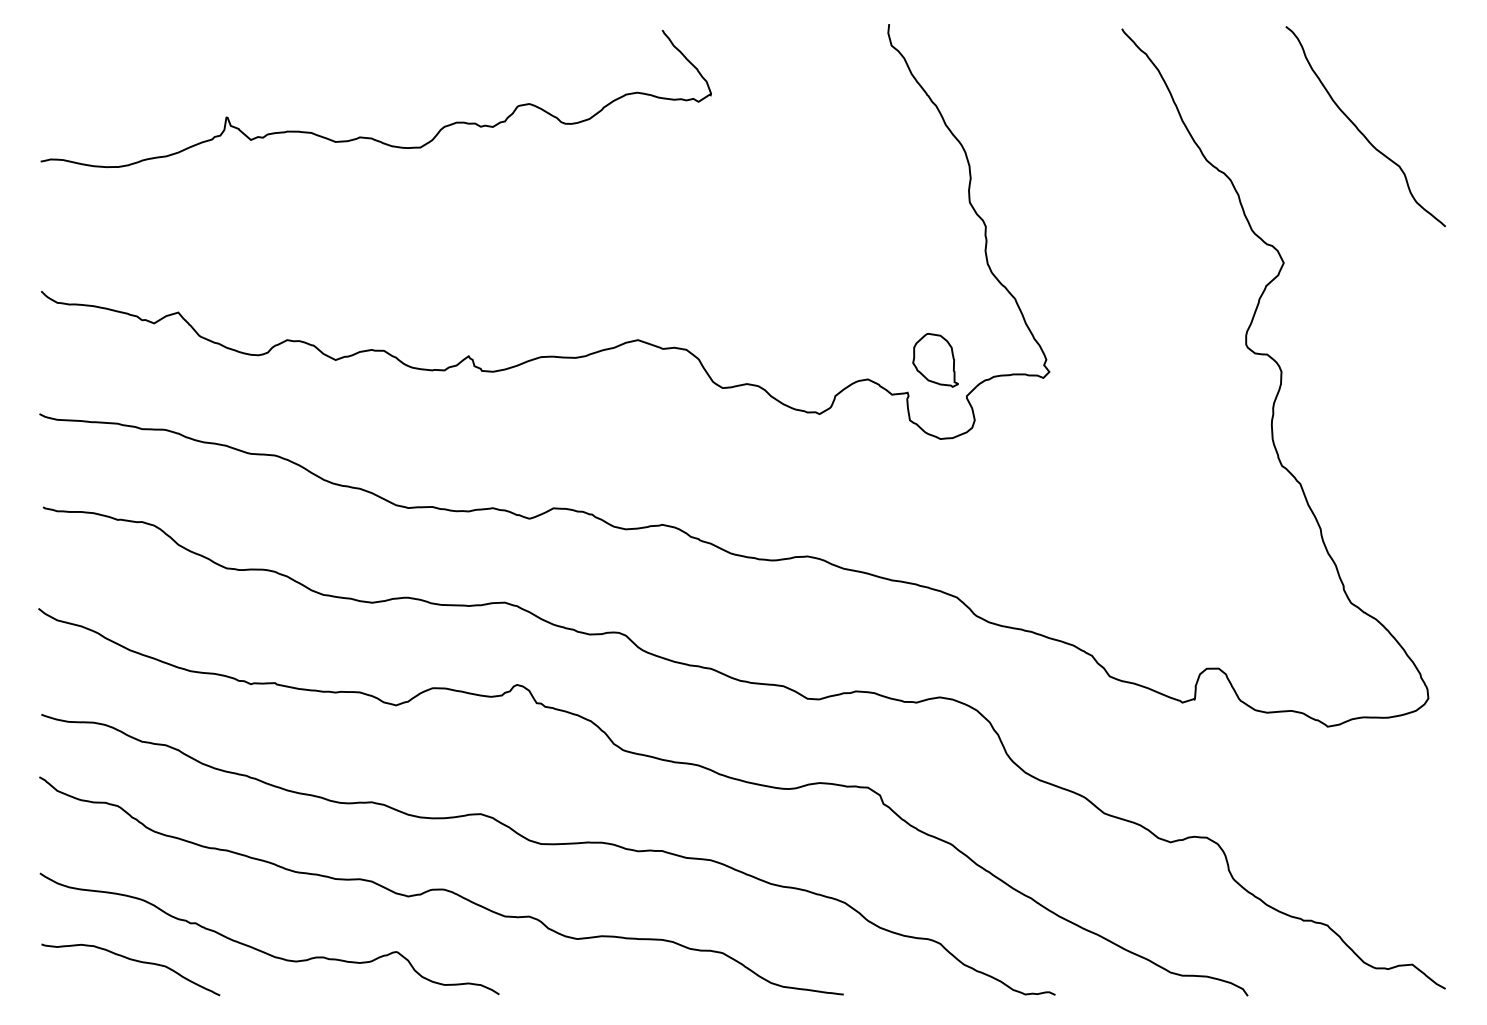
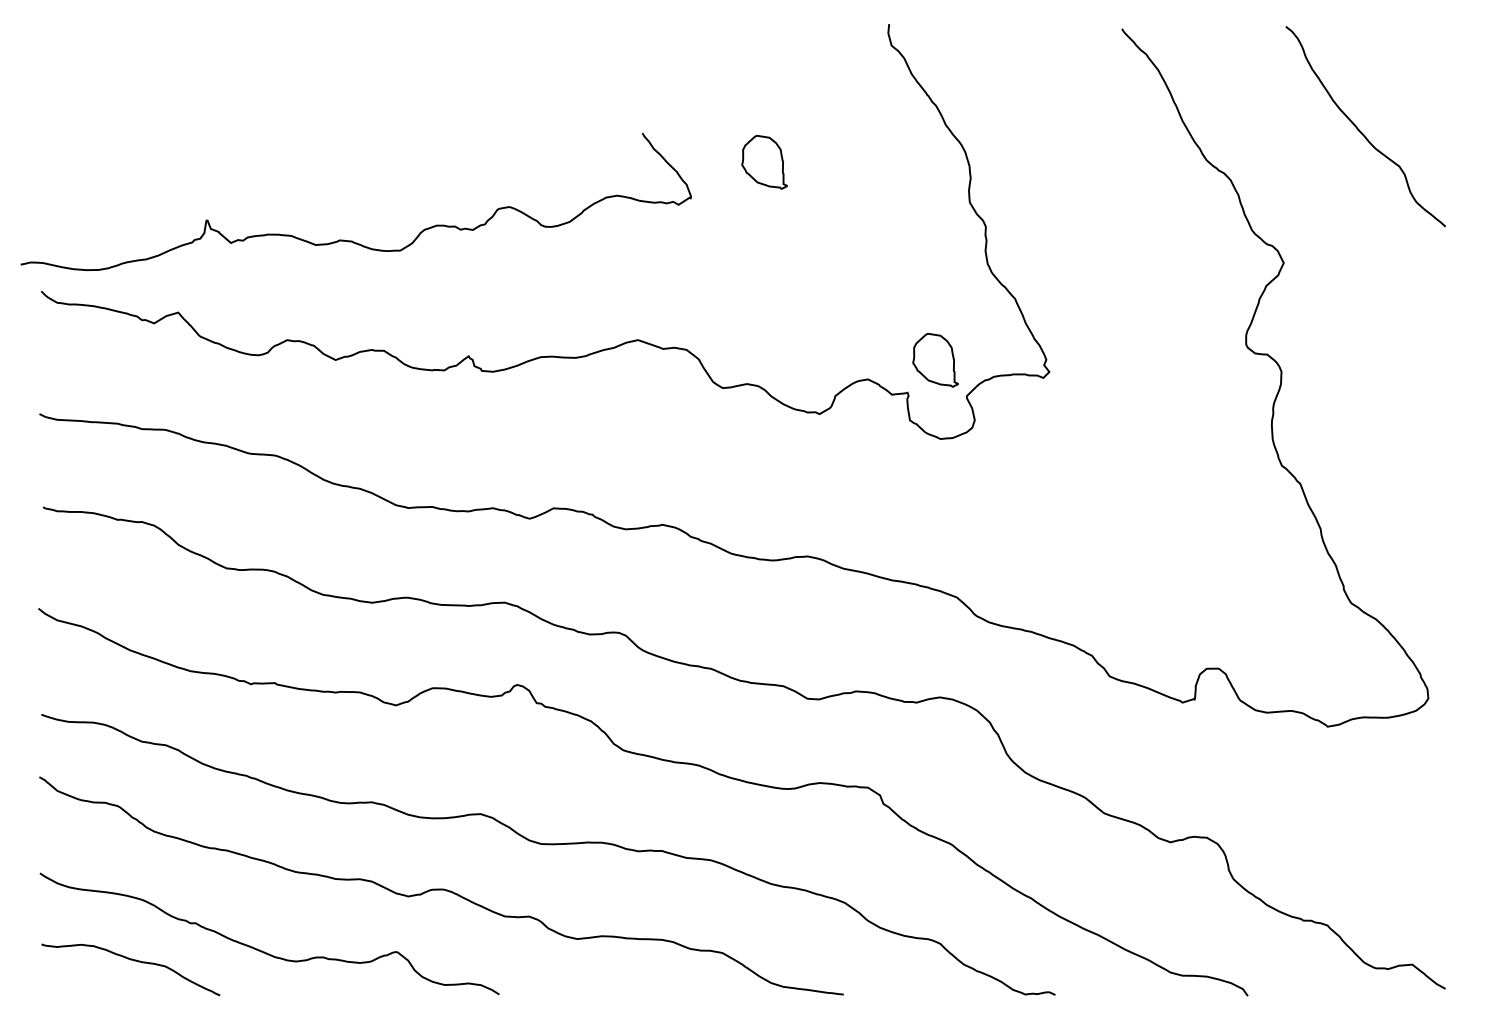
curve at (372, 137) position: (372, 137) -> (352, 240)
part at (764, 162): none -> present
